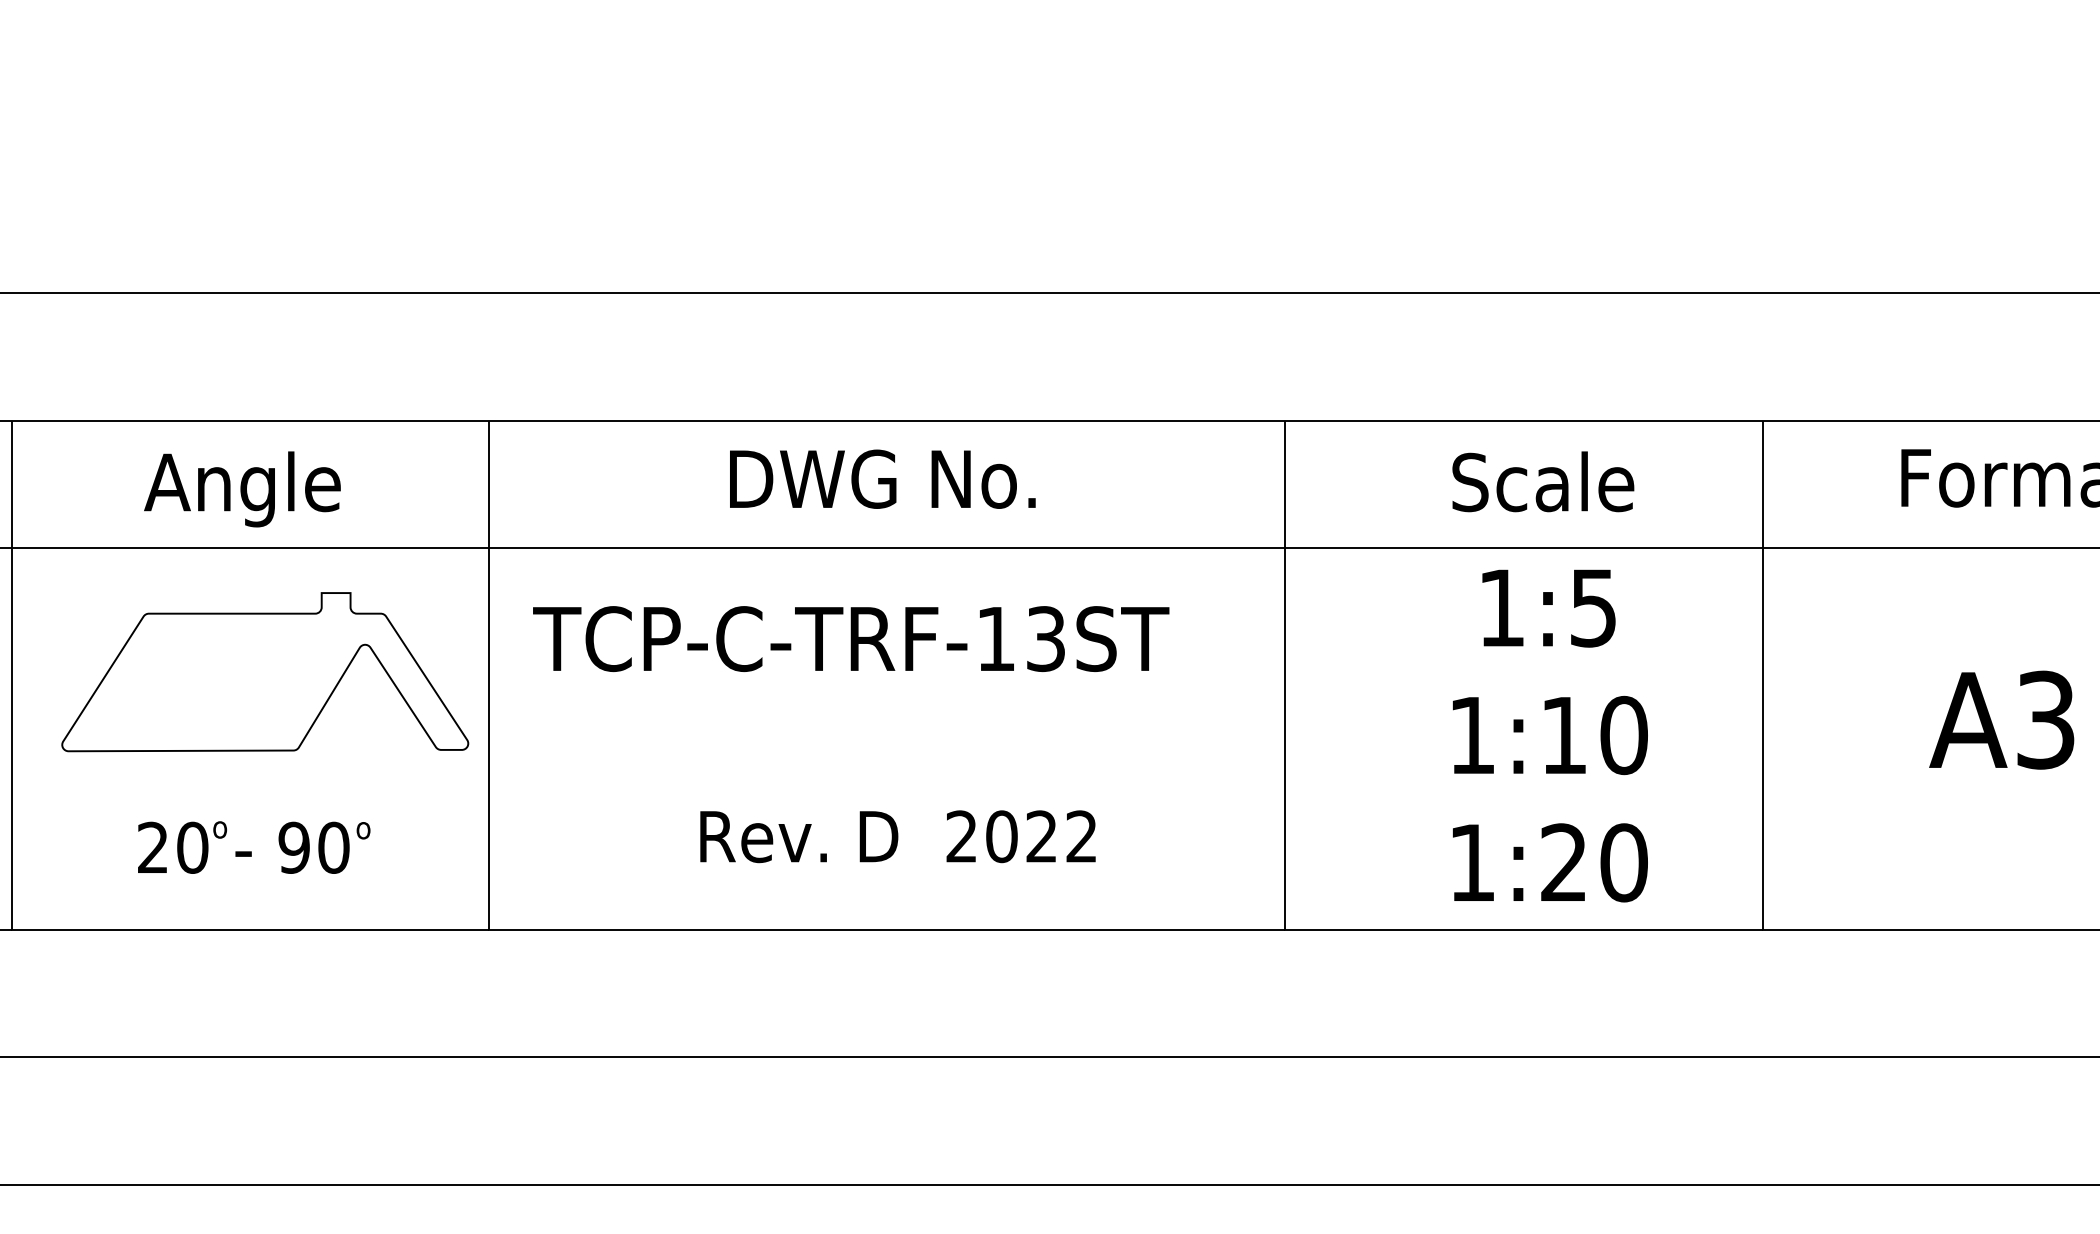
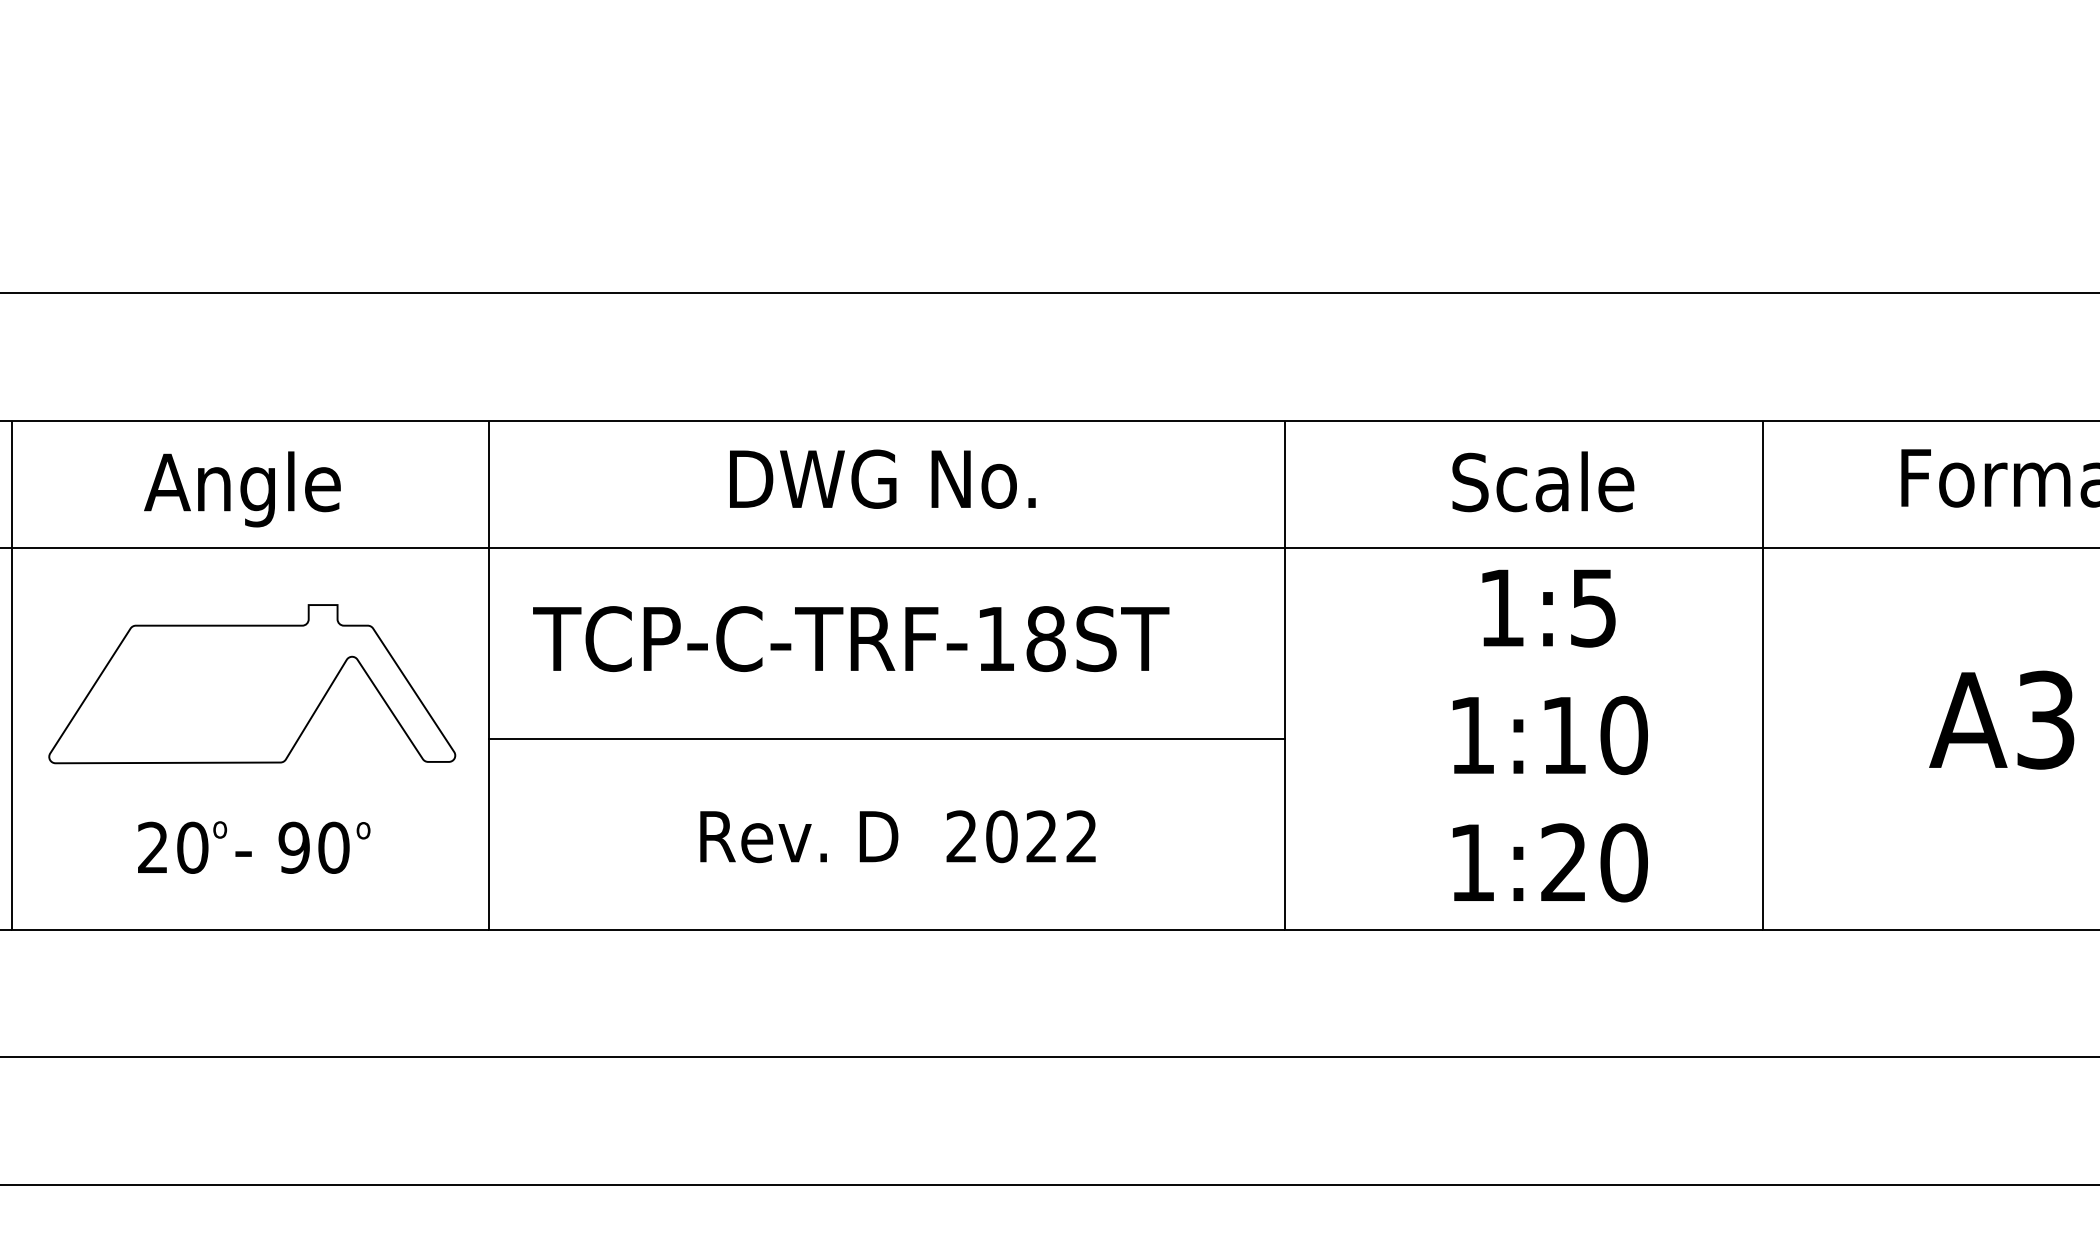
text at (1045, 639): TCP-C-TRF-13ST -> TCP-C-TRF-18ST
part at (265, 672) position: (265, 672) -> (252, 684)
line at (887, 738): none -> present
